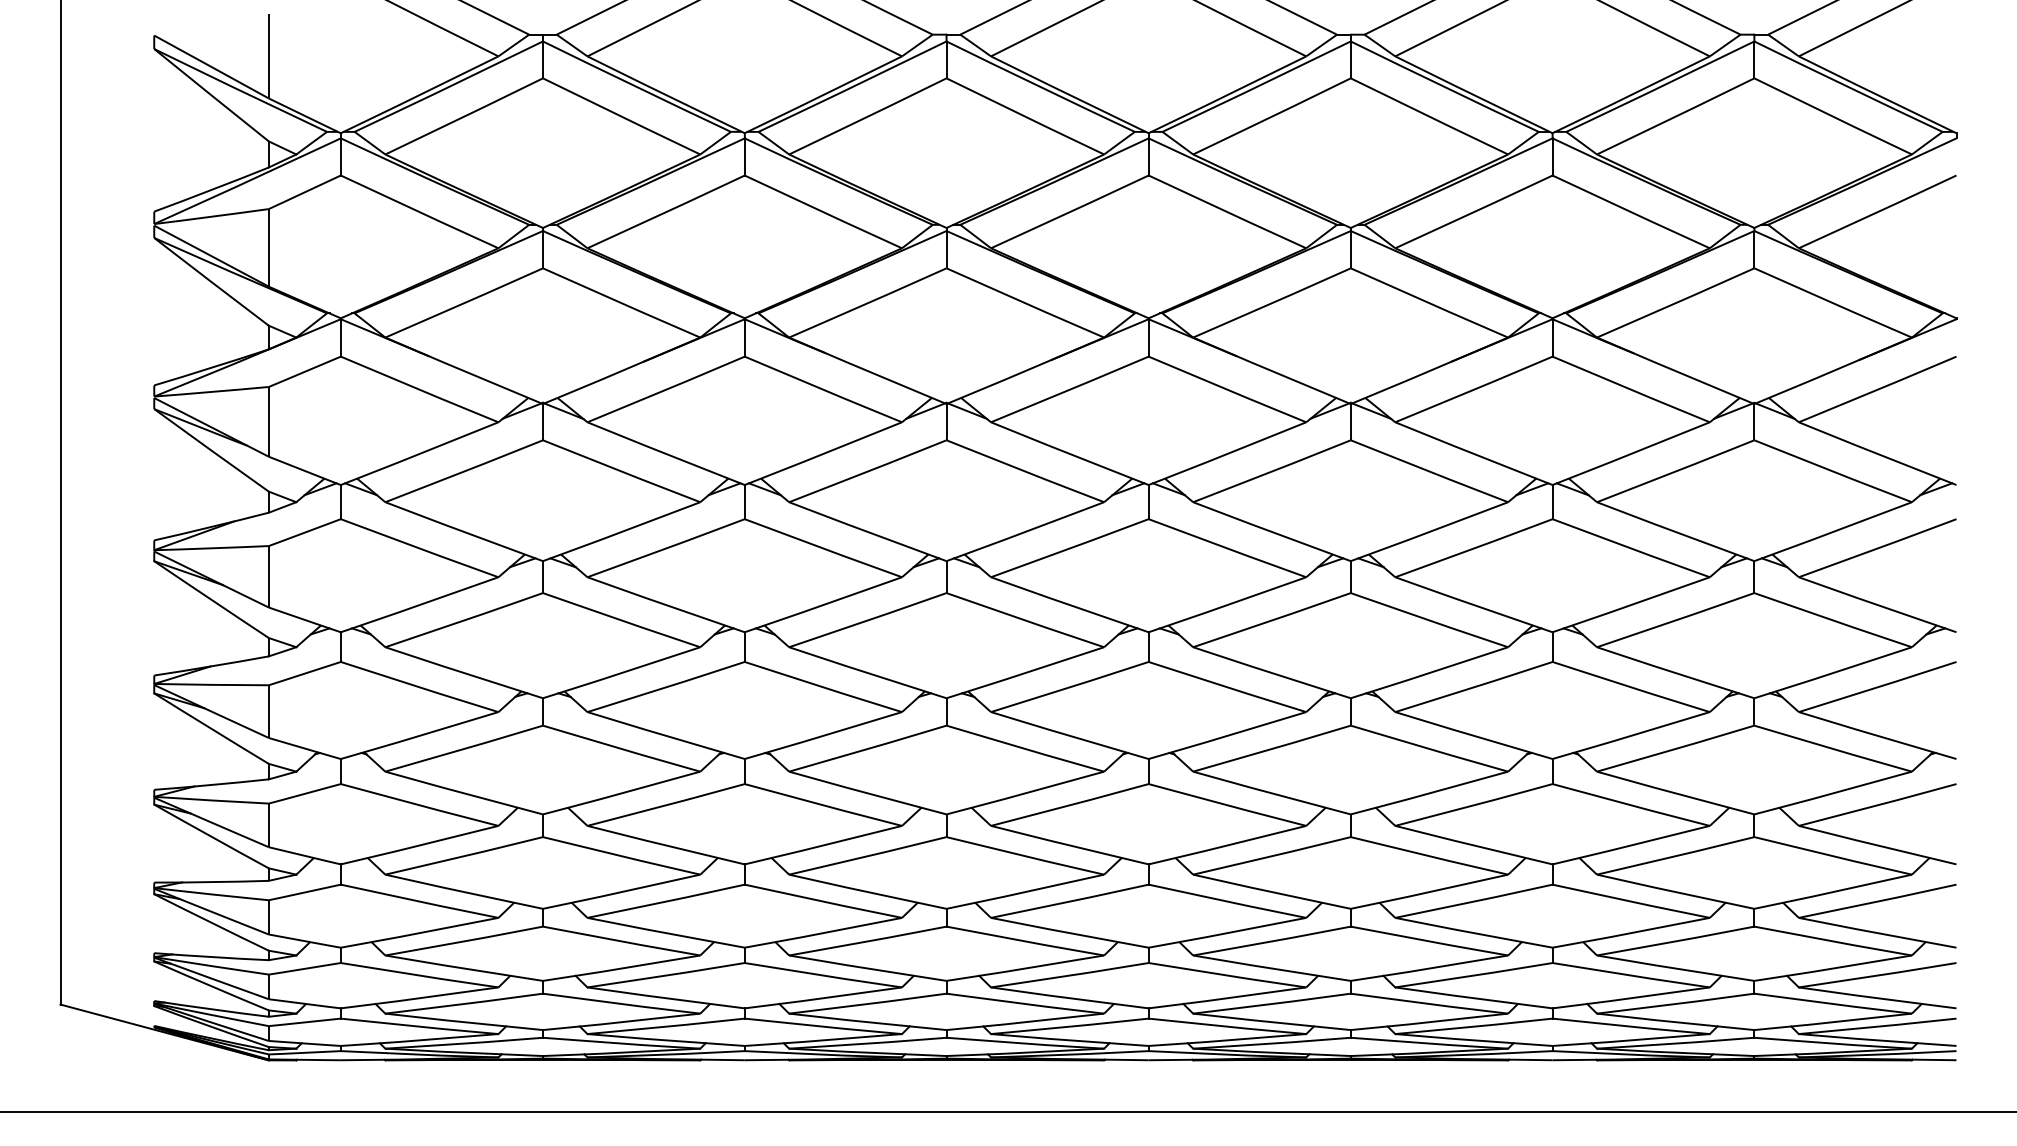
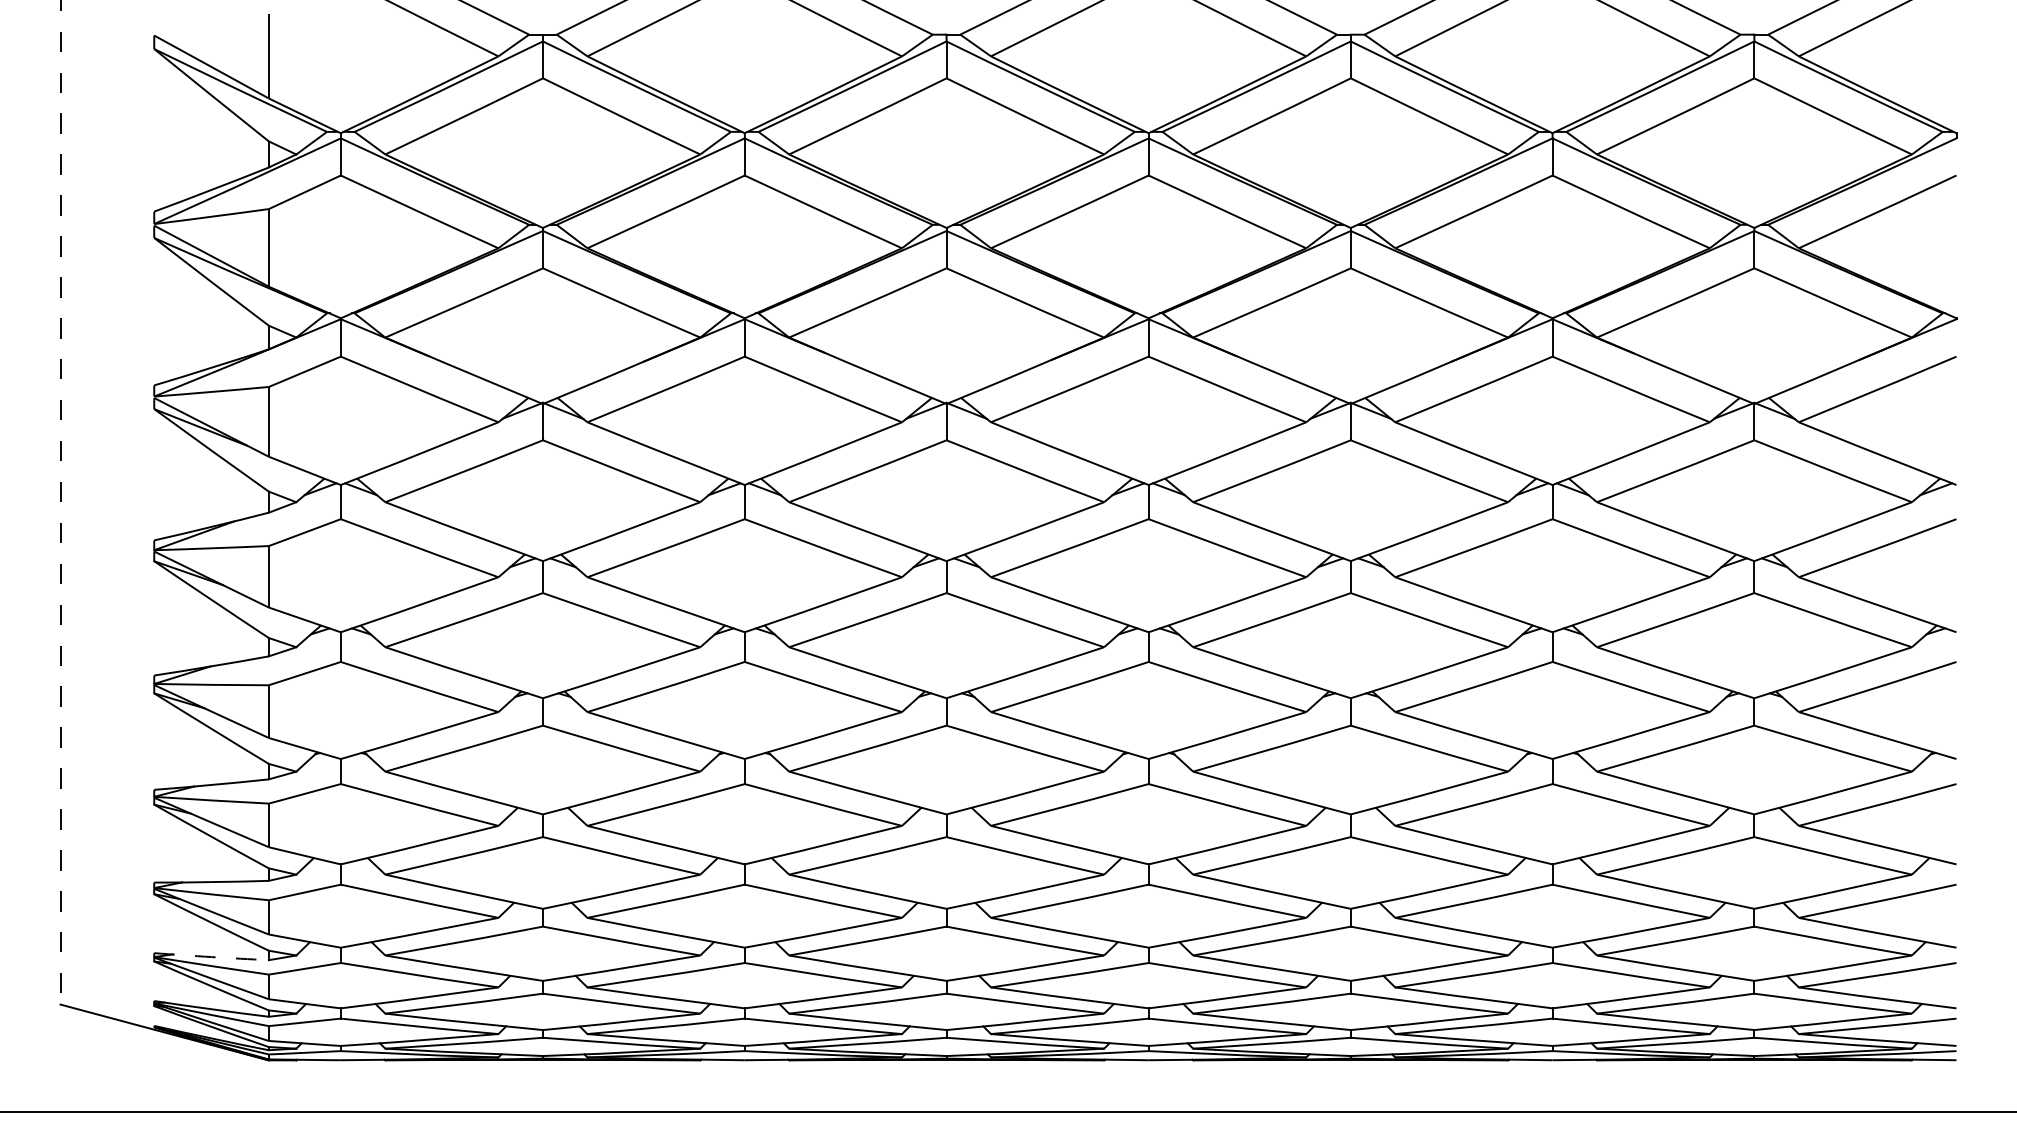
line at (60, 503): solid -> dashed
arc at (211, 957): solid -> dashed
